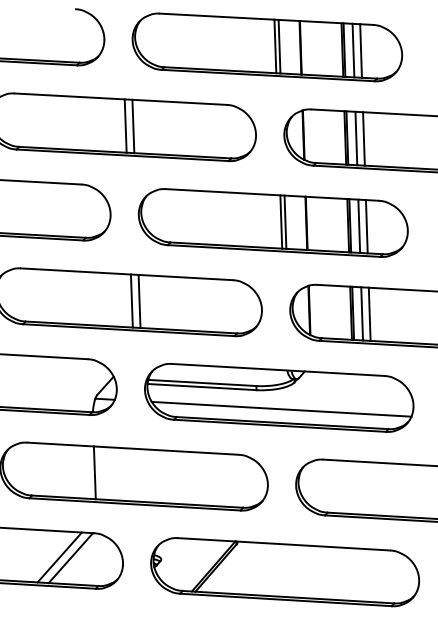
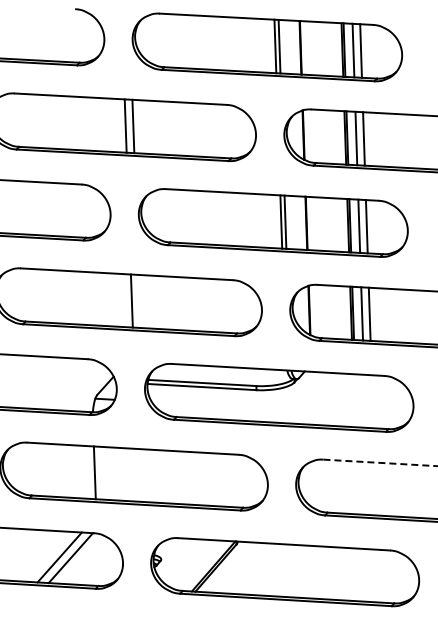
line at (139, 300): present -> none
line at (281, 408): present -> none
line at (380, 462): solid -> dashed
